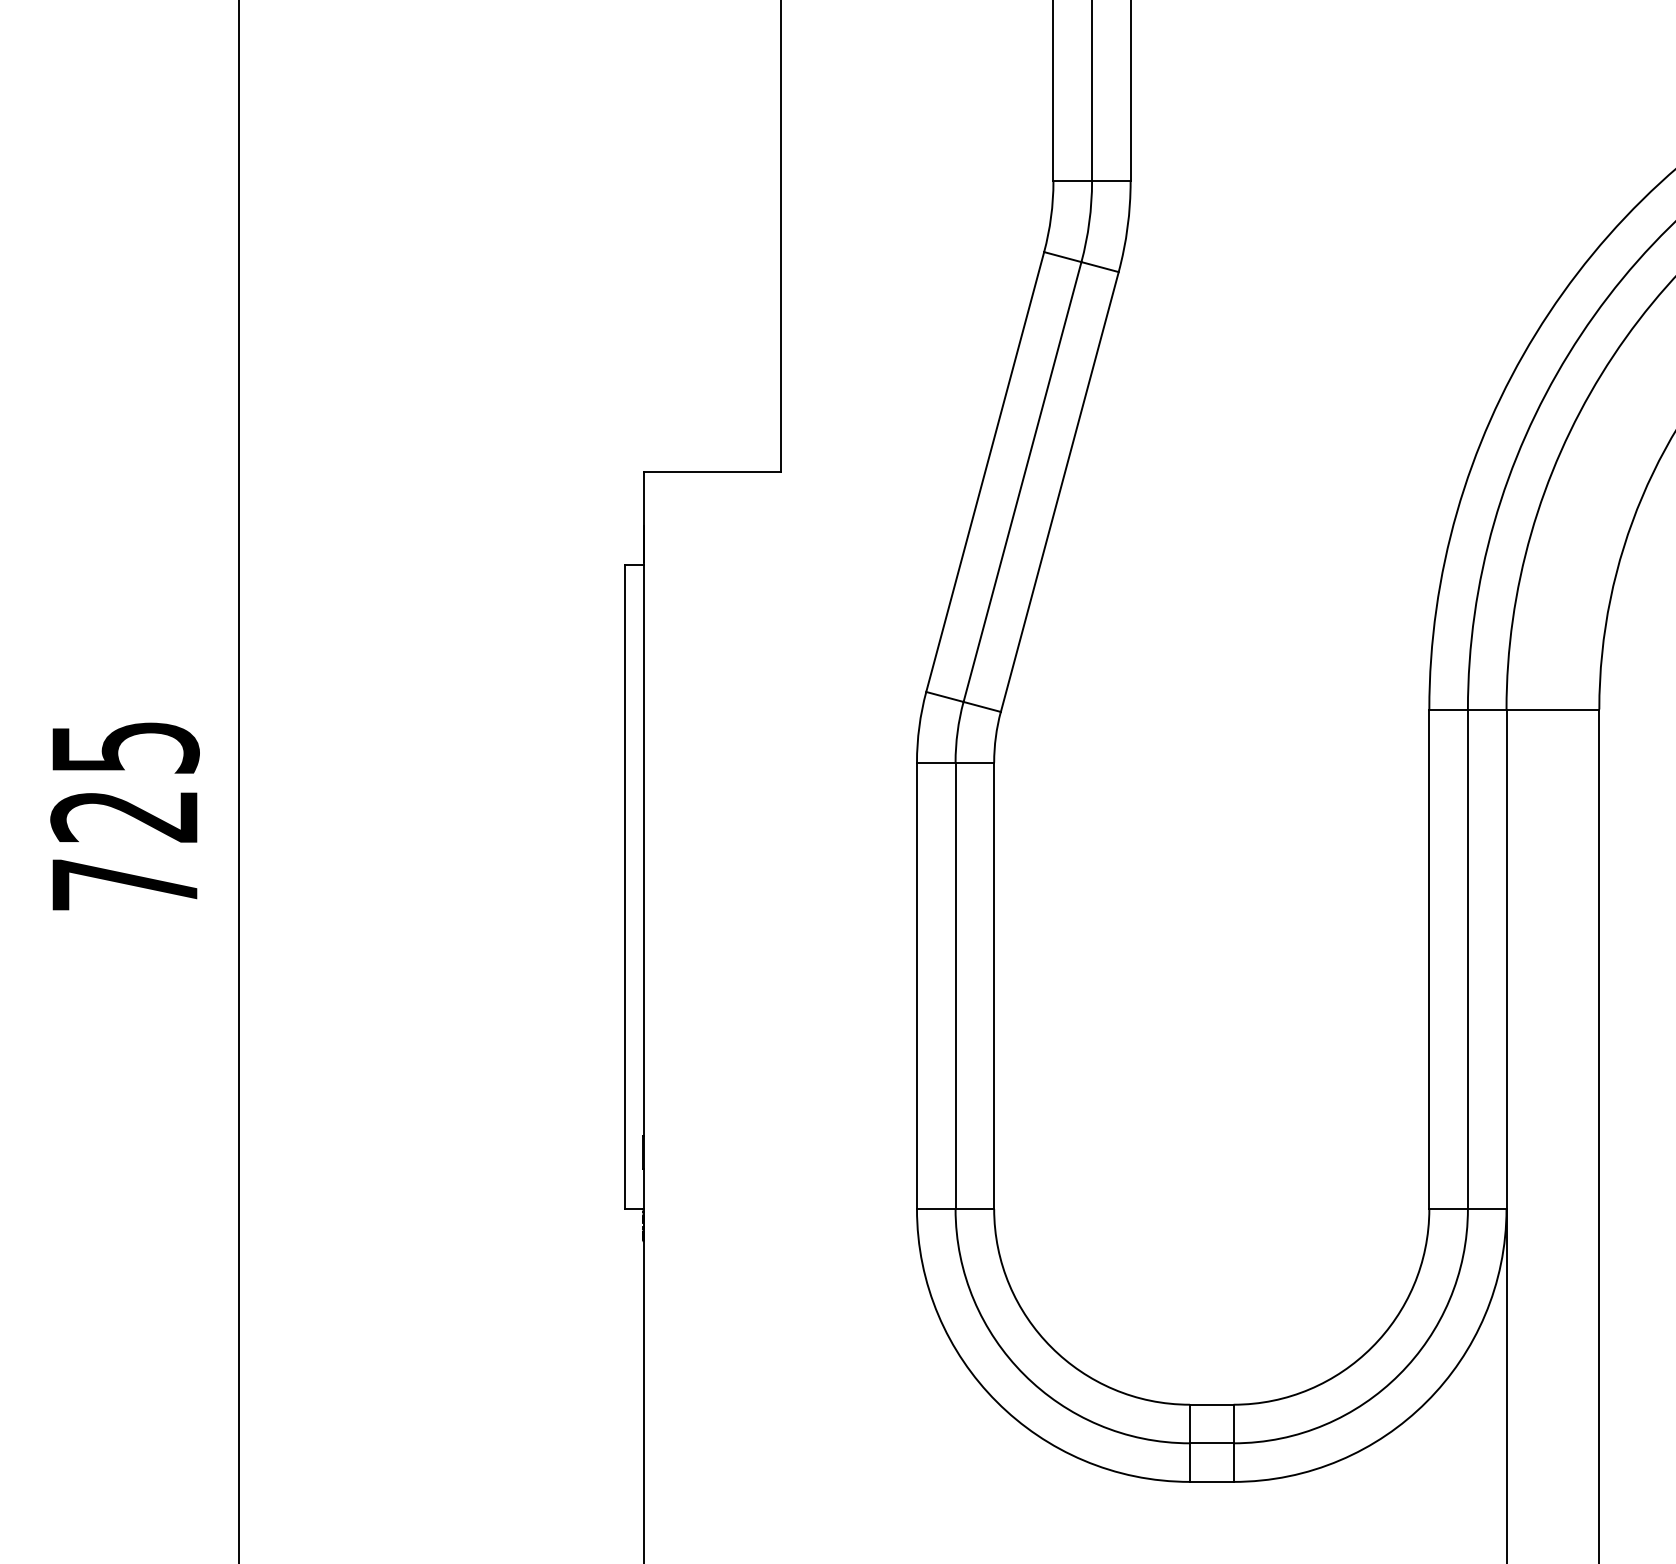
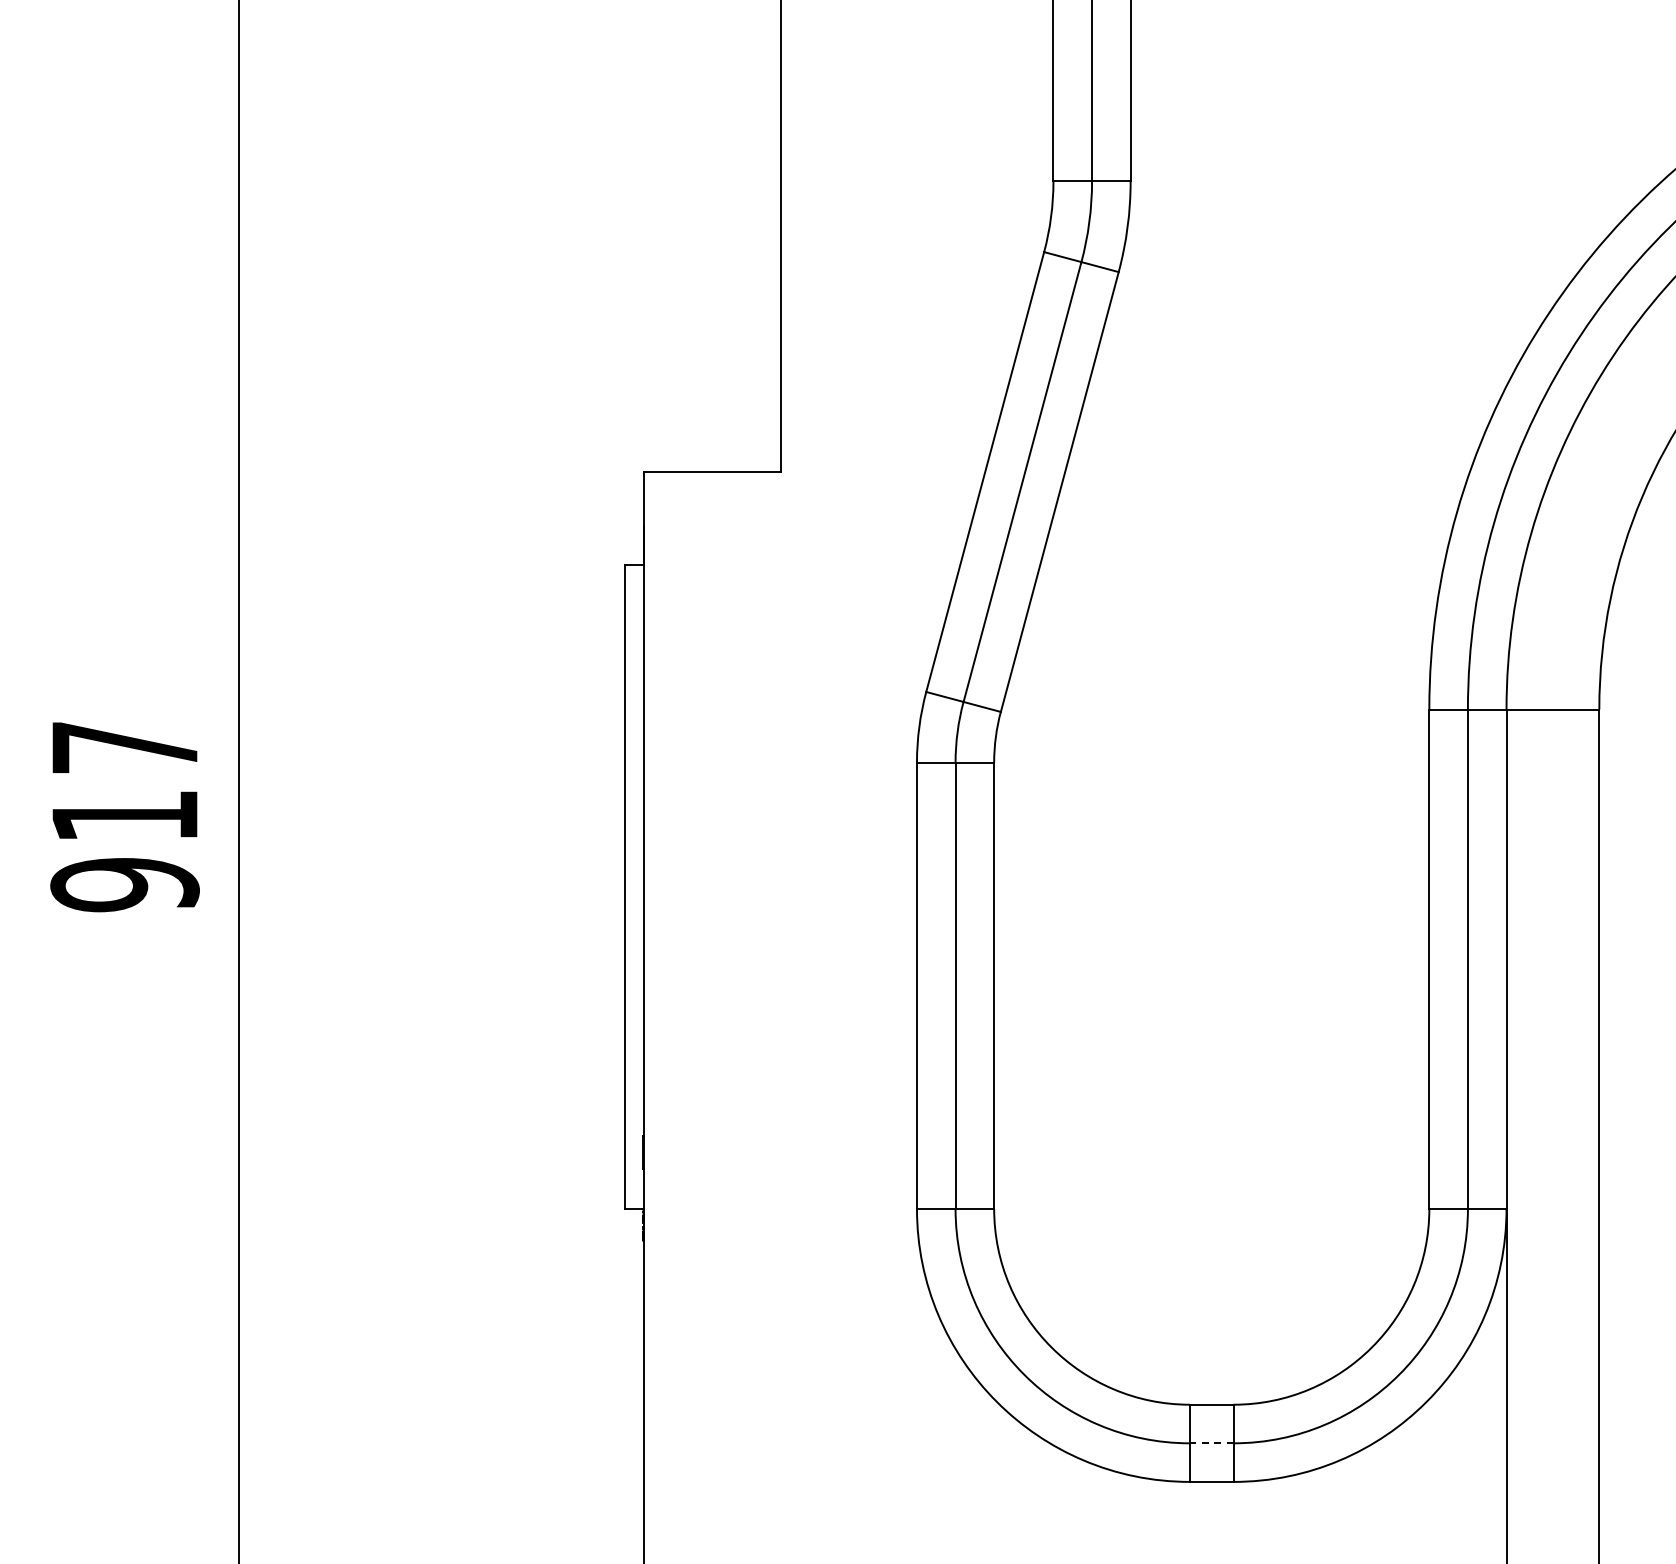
text at (124, 817): 725 -> 917
line at (1211, 1443): solid -> dashed
